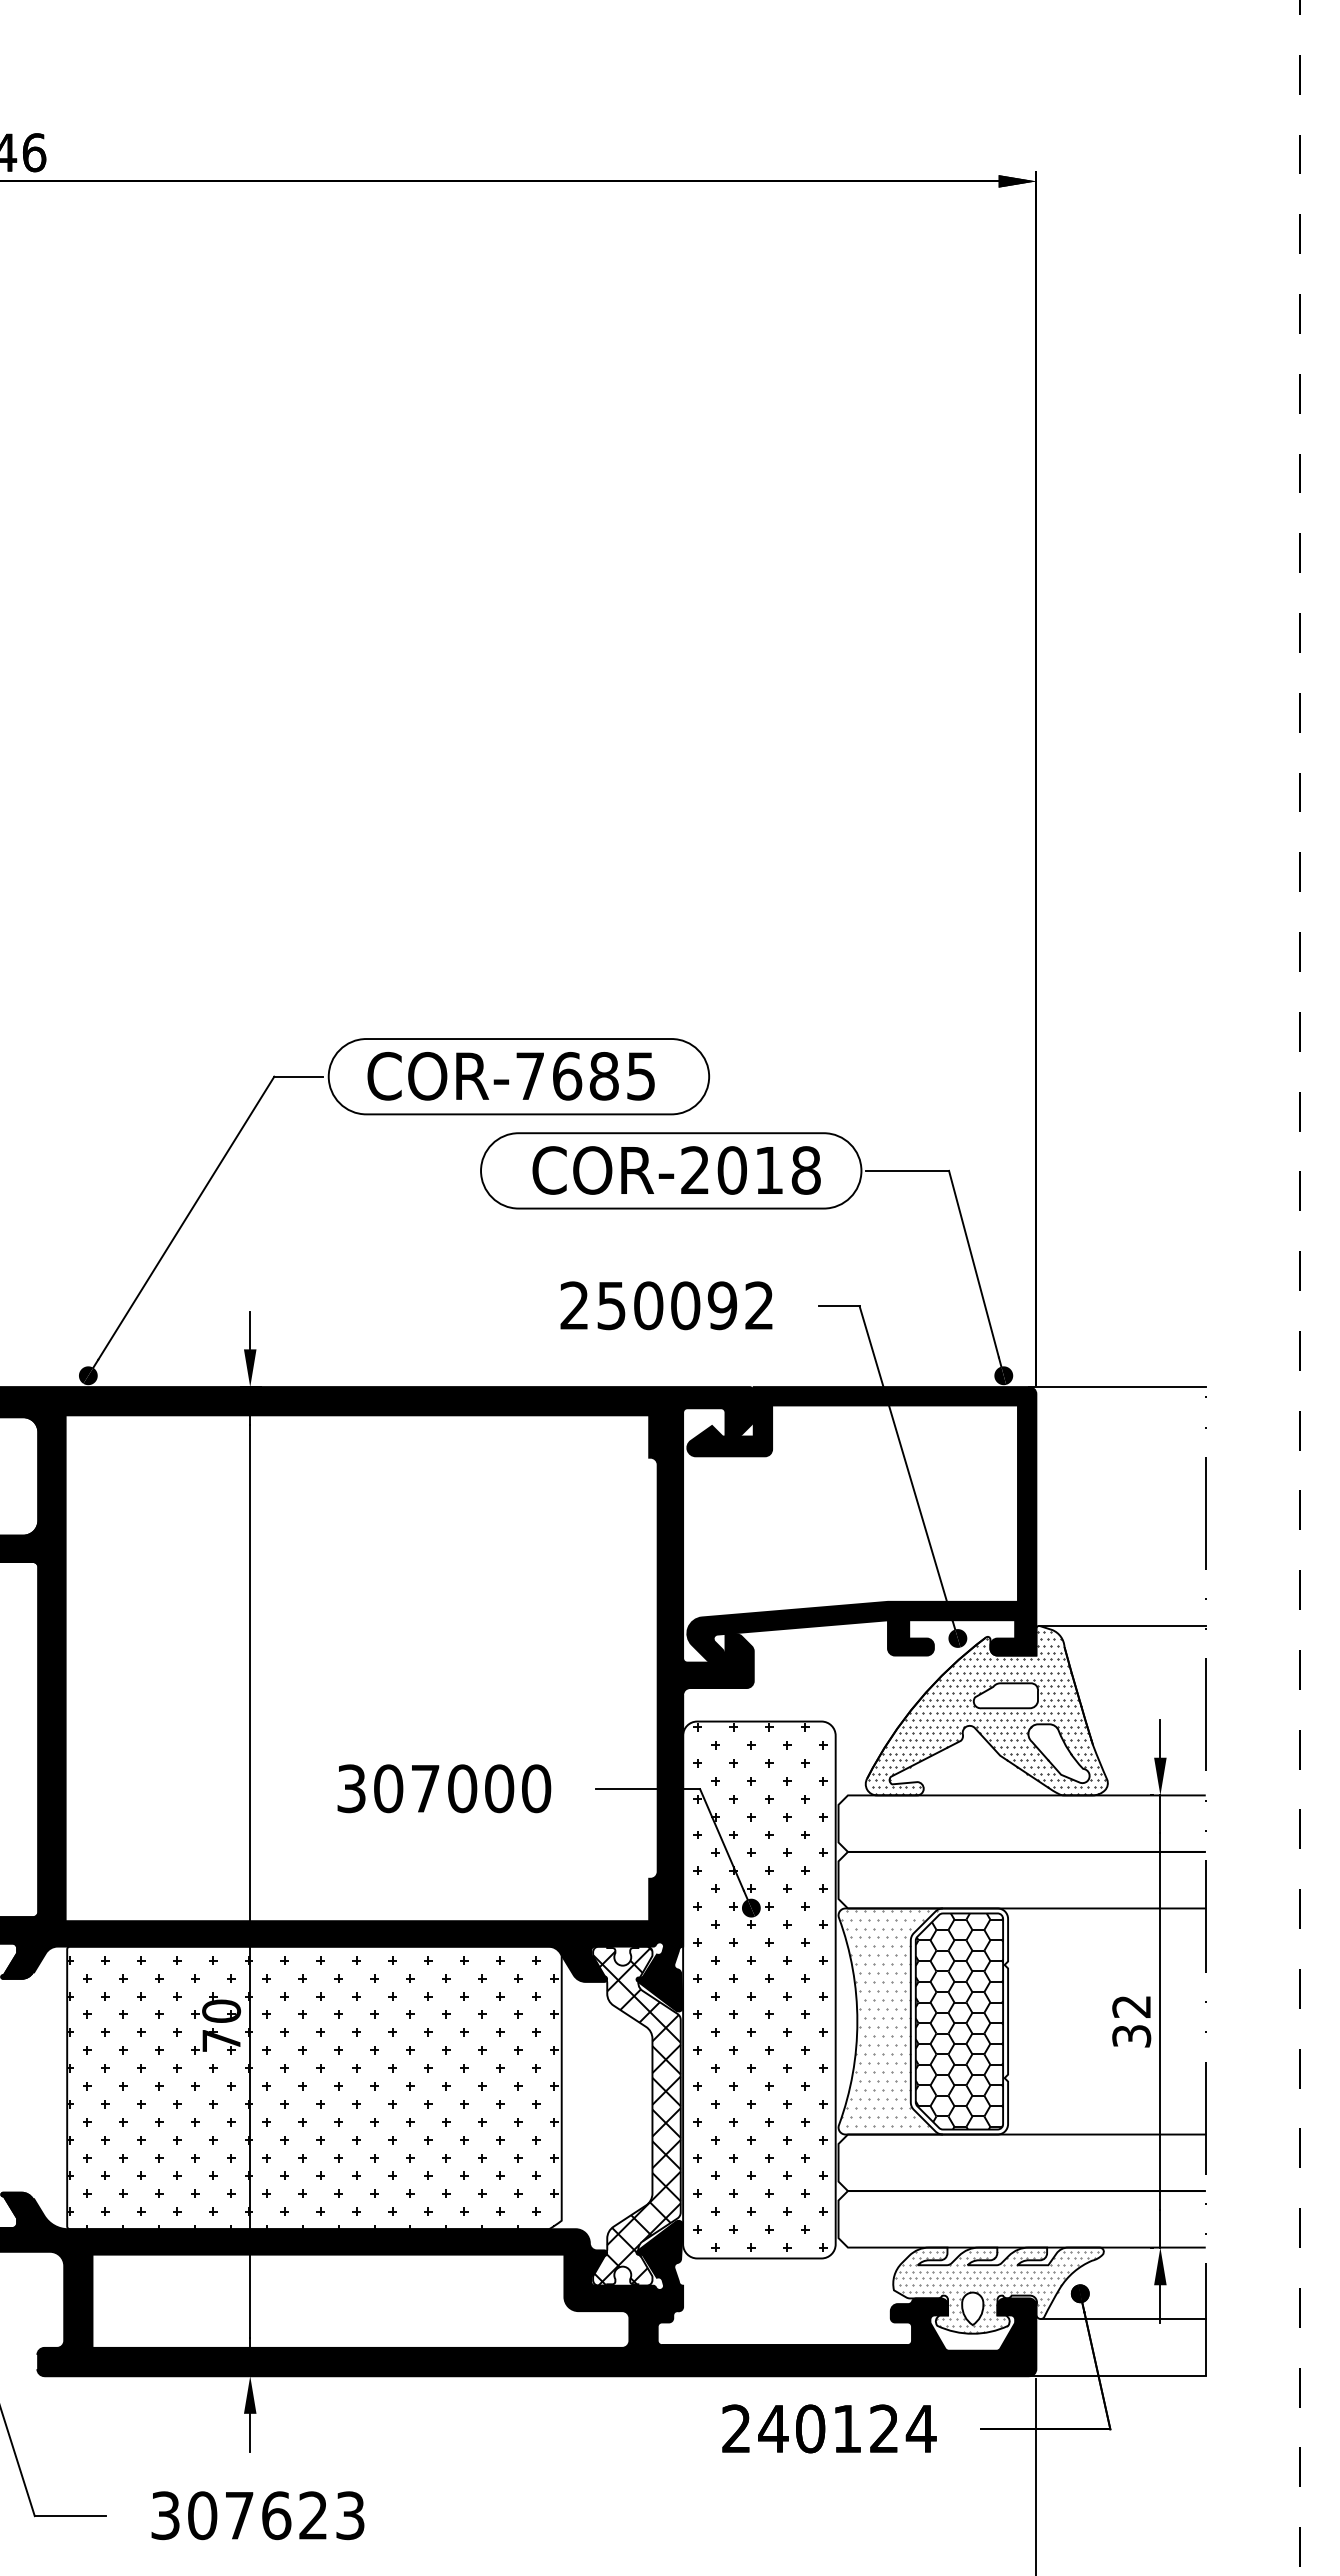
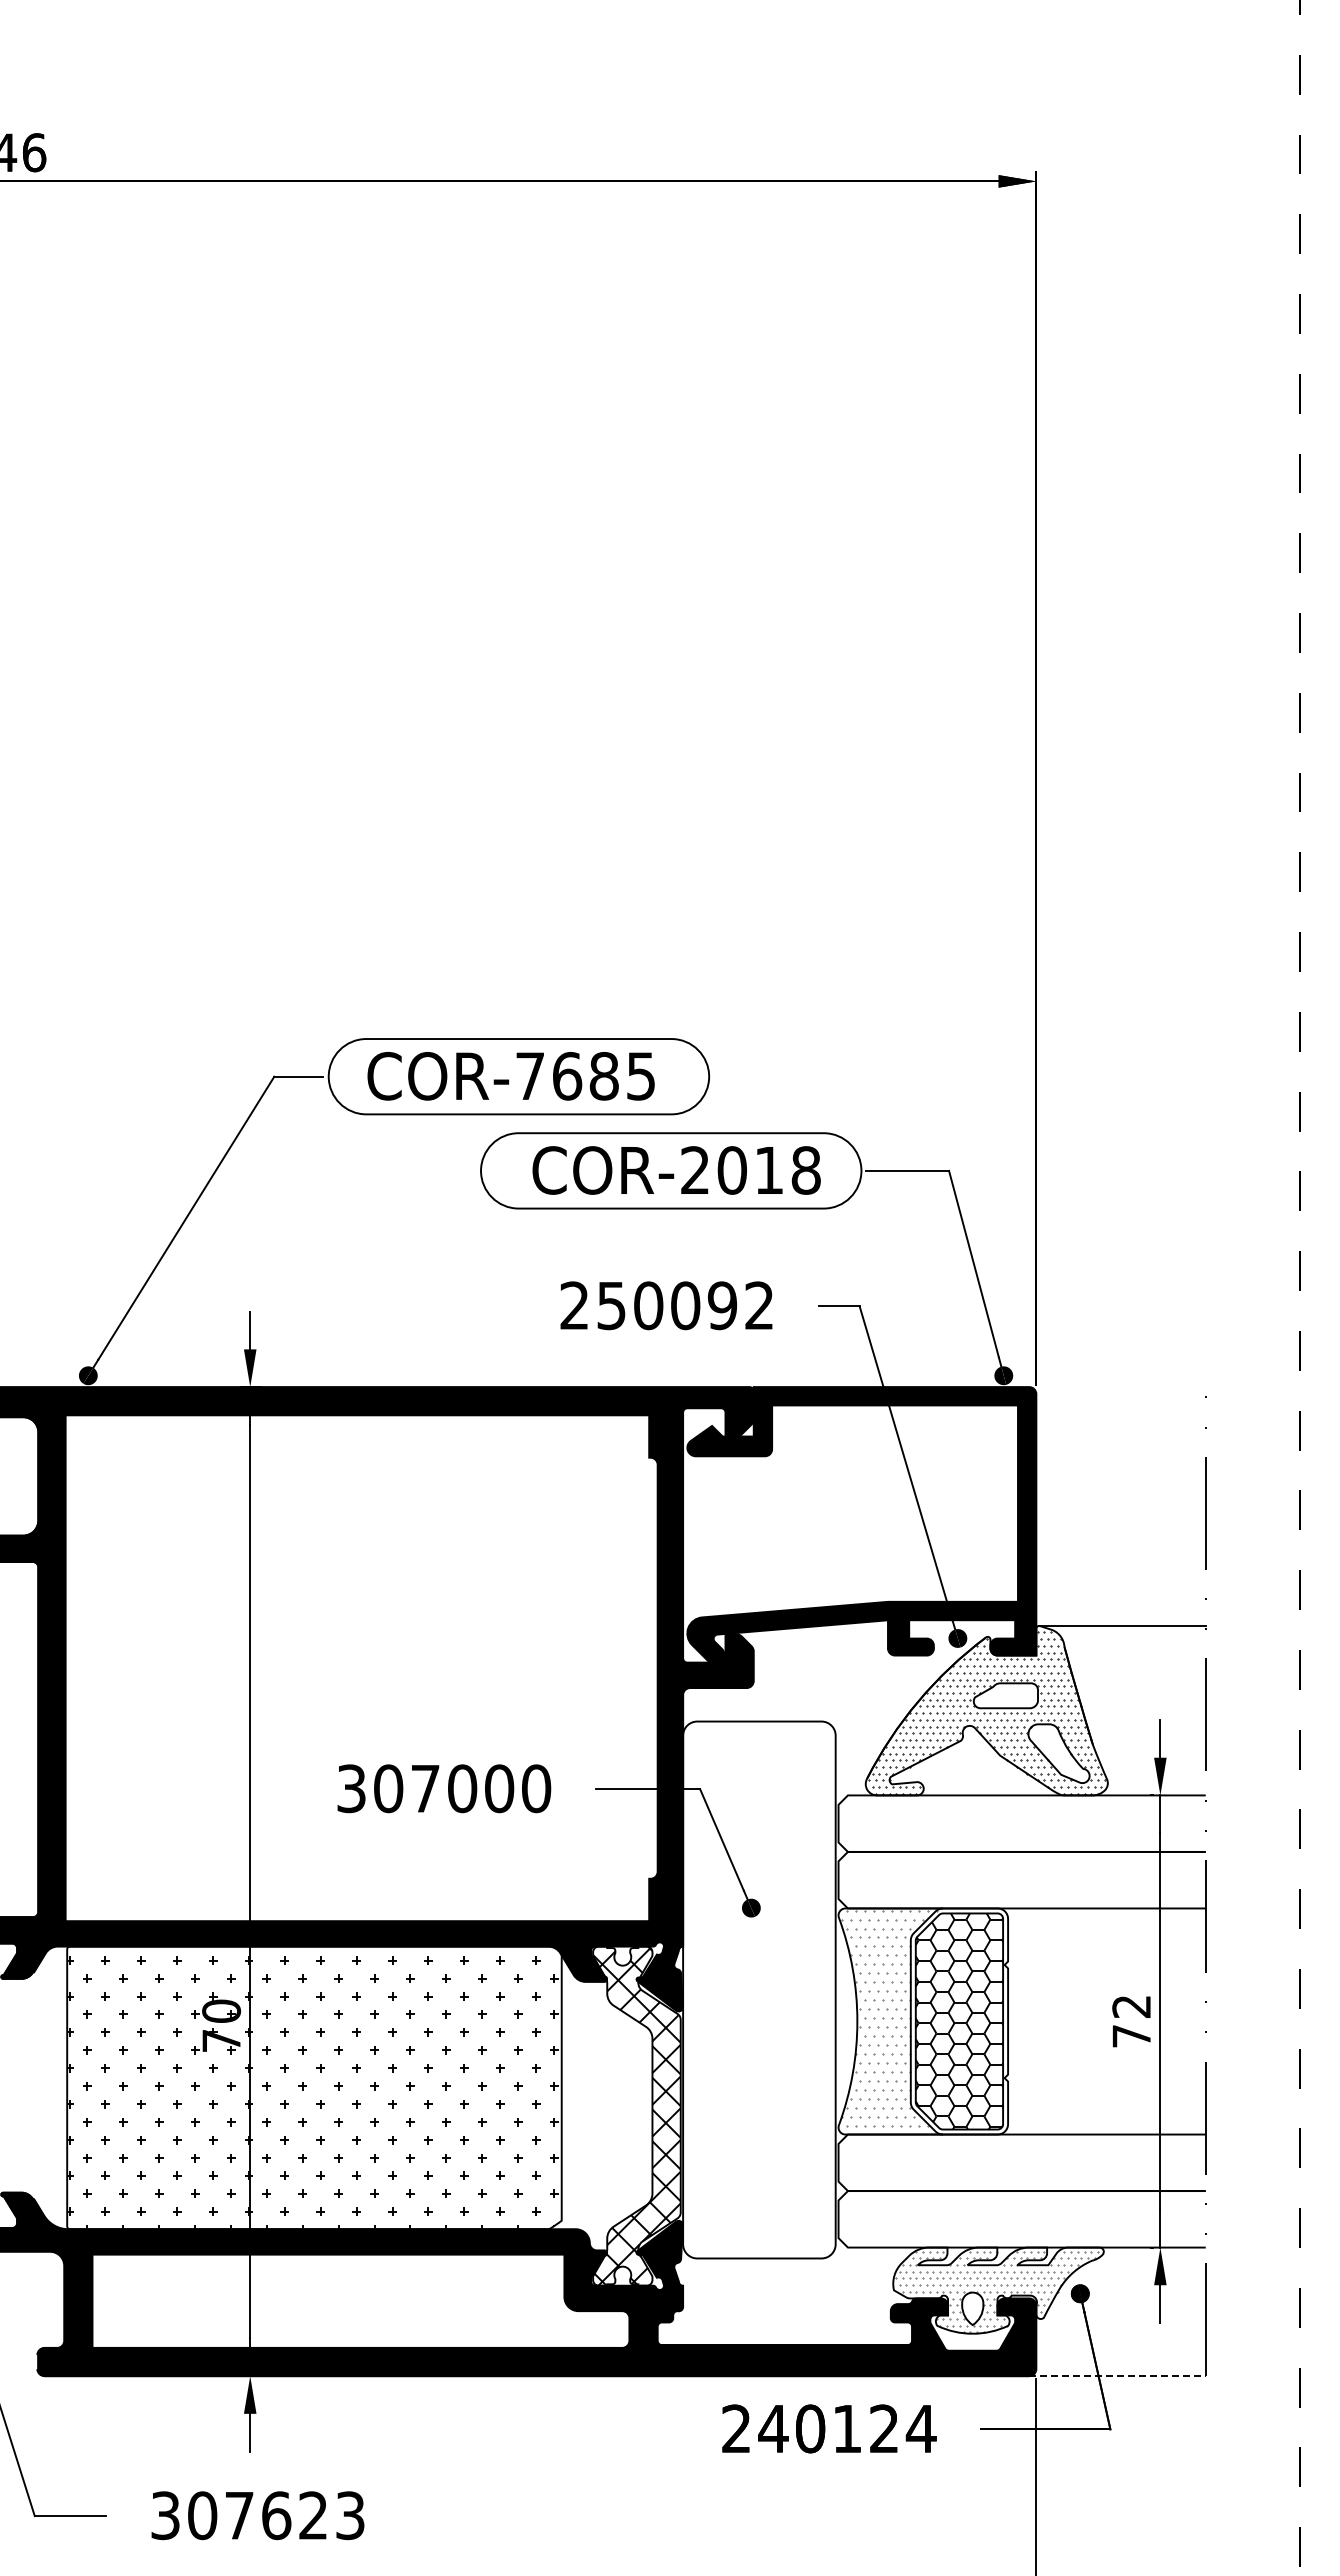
line at (1117, 1387): present -> none
hatch at (755, 1987): present -> none
text at (1131, 2036): 32 -> 72
line at (1122, 2319): present -> none
line at (1118, 2376): solid -> dashed
